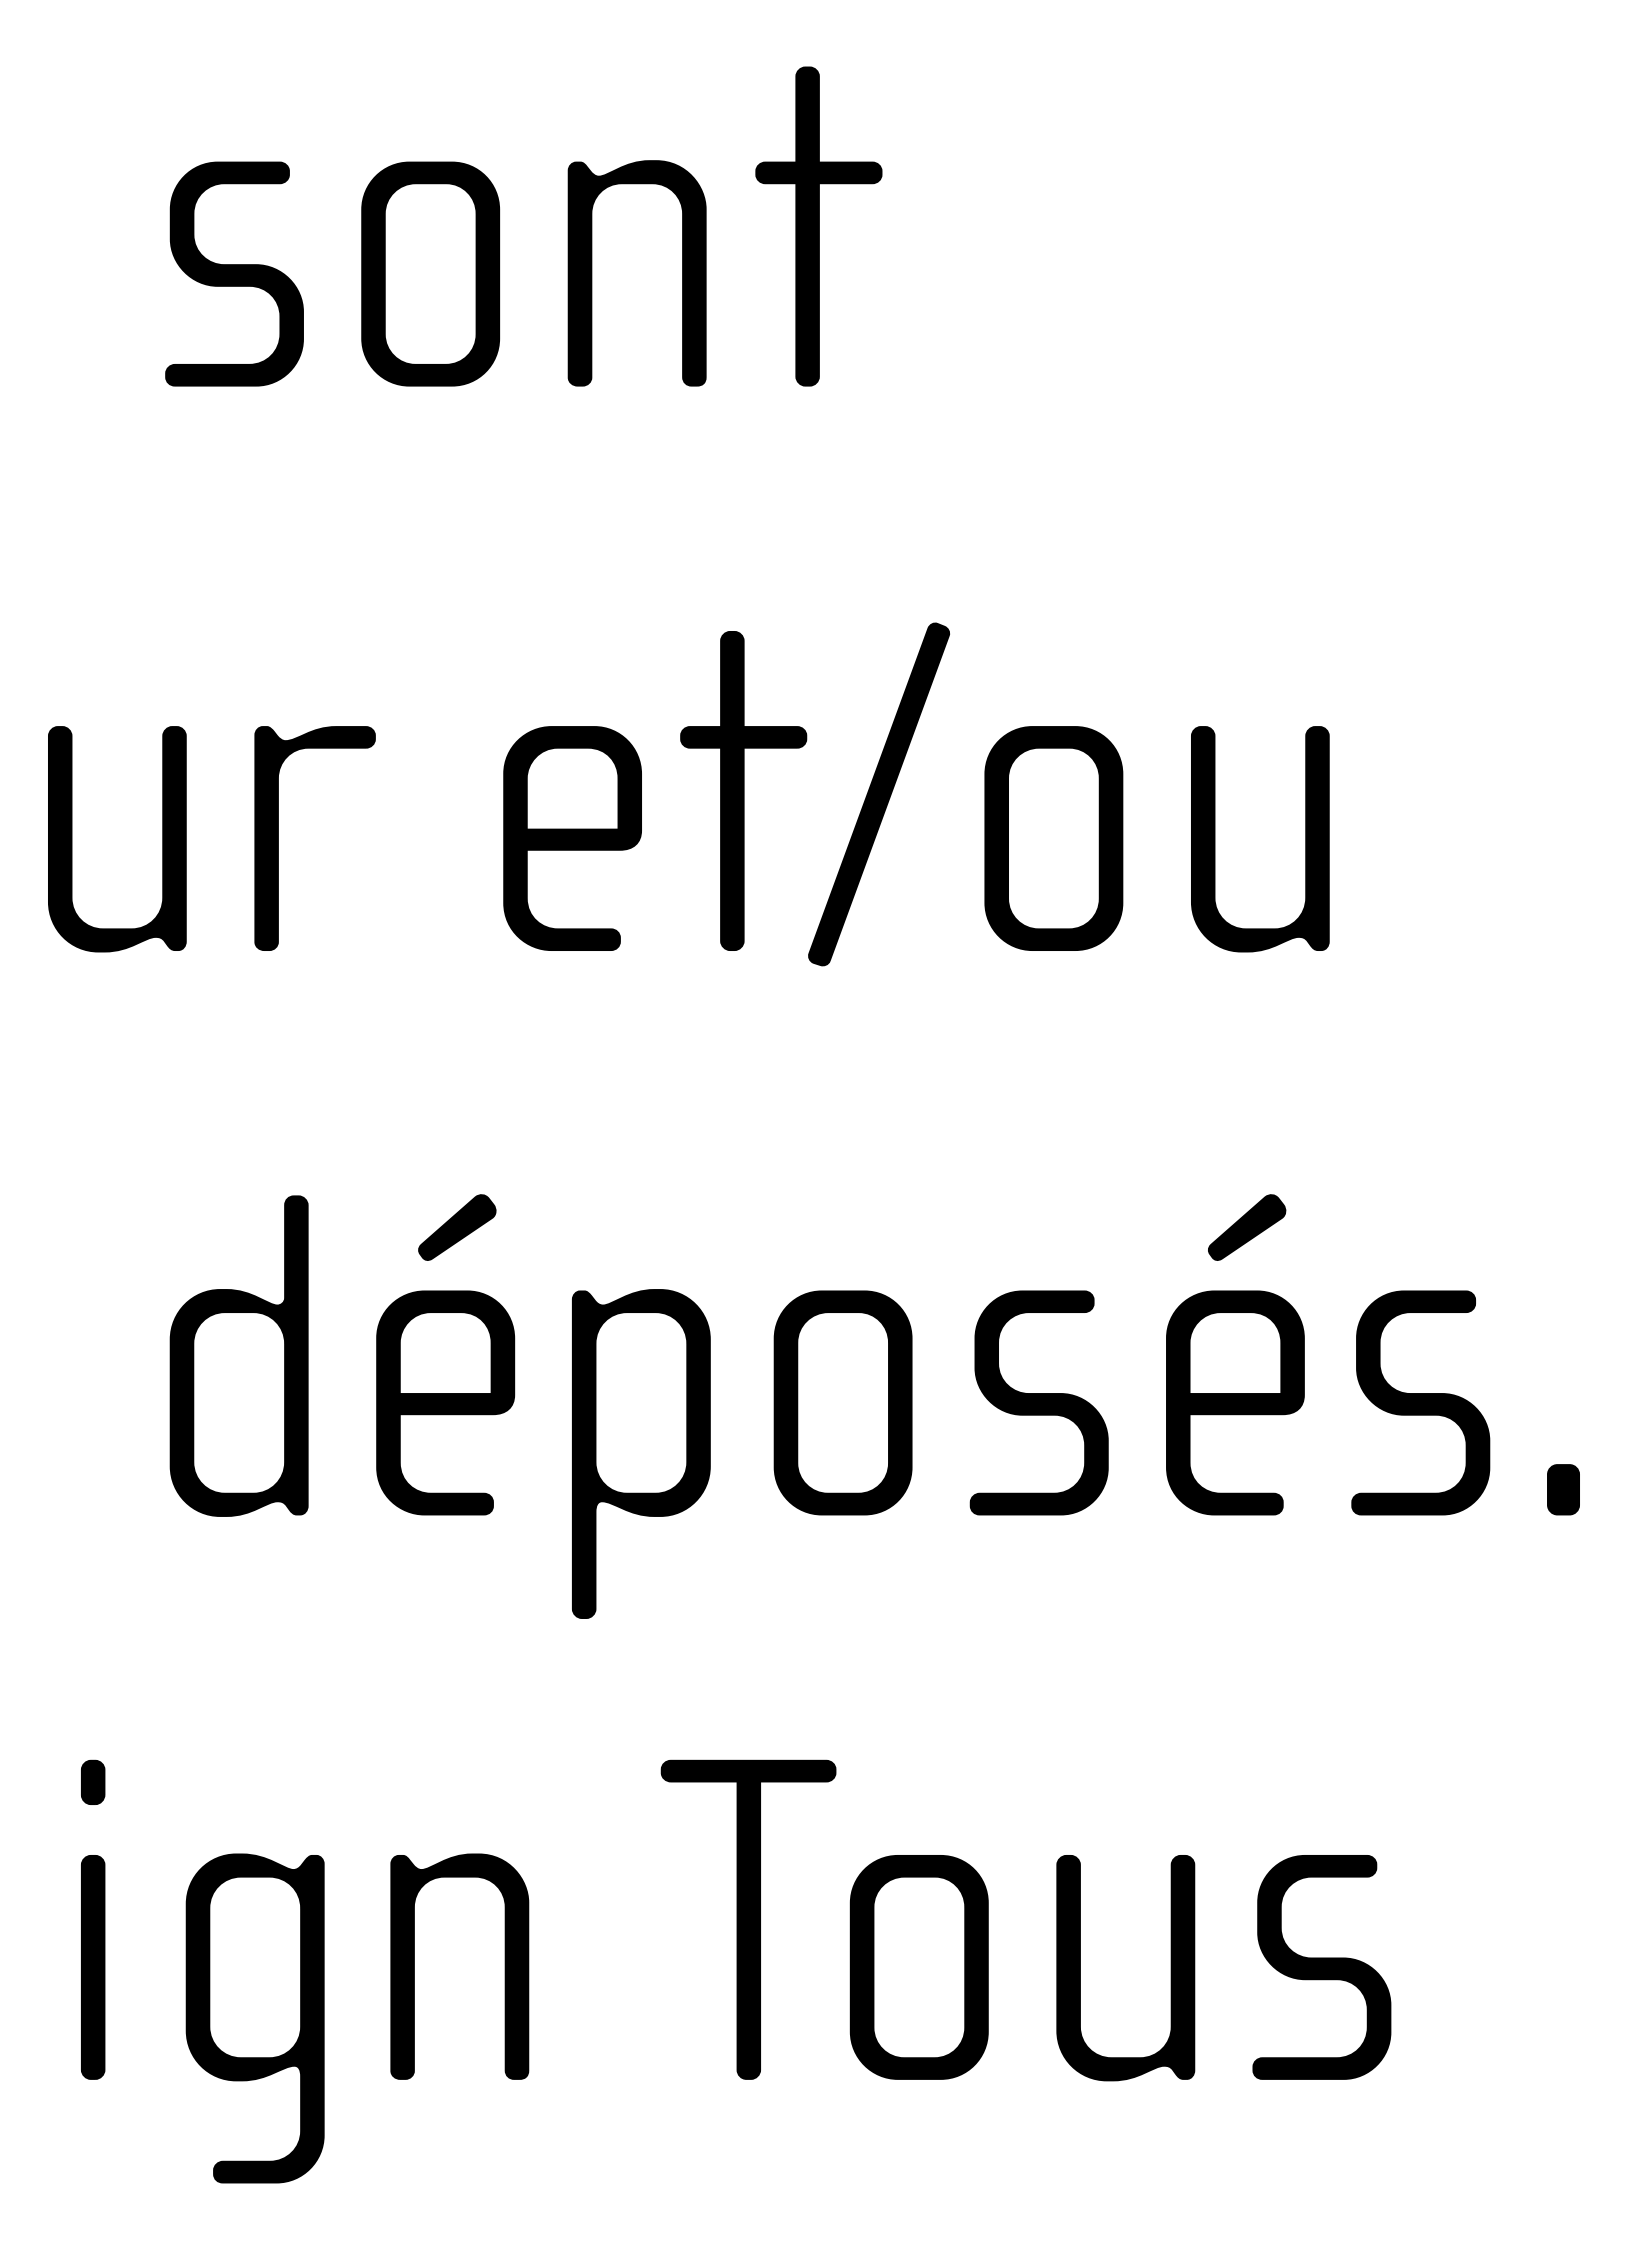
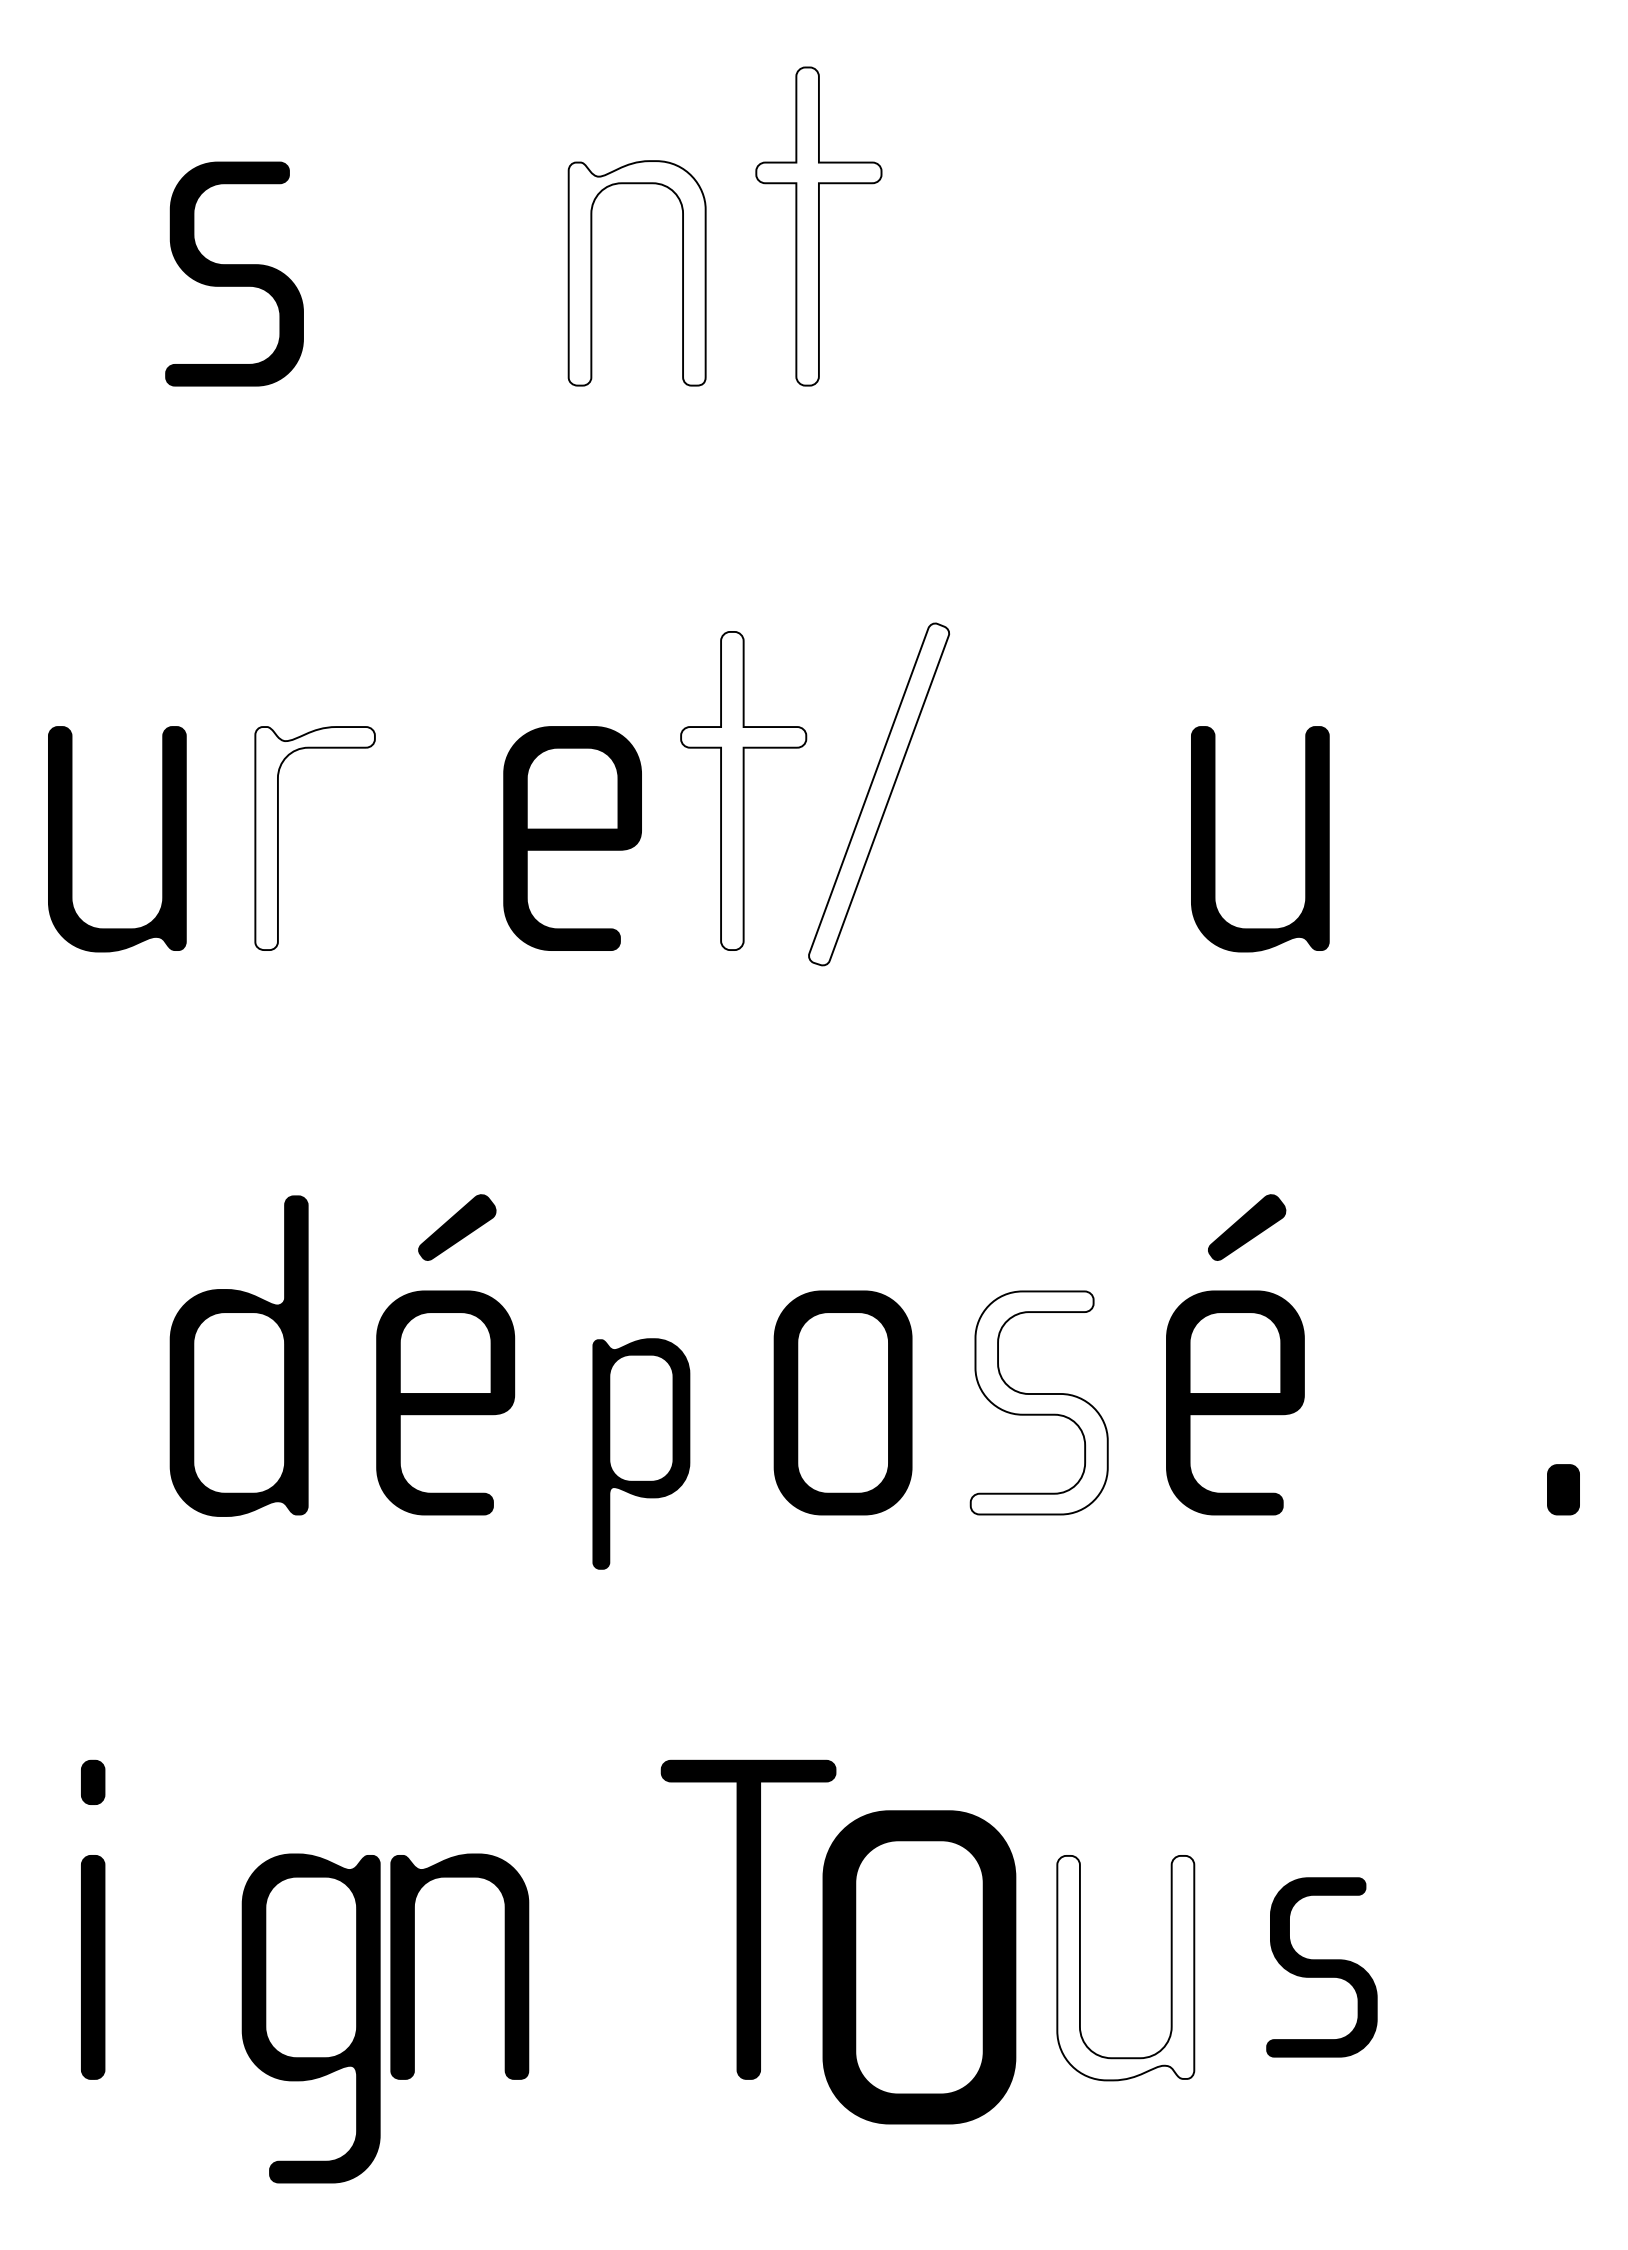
fill at (818, 226): present -> none
part at (430, 273): present -> none
fill at (636, 273): present -> none
fill at (743, 790): present -> none
fill at (879, 794): present -> none
fill at (314, 838): present -> none
part at (1053, 838): present -> none
fill at (1038, 1402): present -> none
part at (1420, 1402): present -> none
part at (641, 1453) size: 139x330 px -> 99x232 px
part at (918, 1967) size: 140x225 px -> 195x315 px
fill at (1125, 1967): present -> none
part at (1321, 1967) size: 140x225 px -> 112x181 px
part at (254, 2018) position: (254, 2018) -> (310, 2018)
